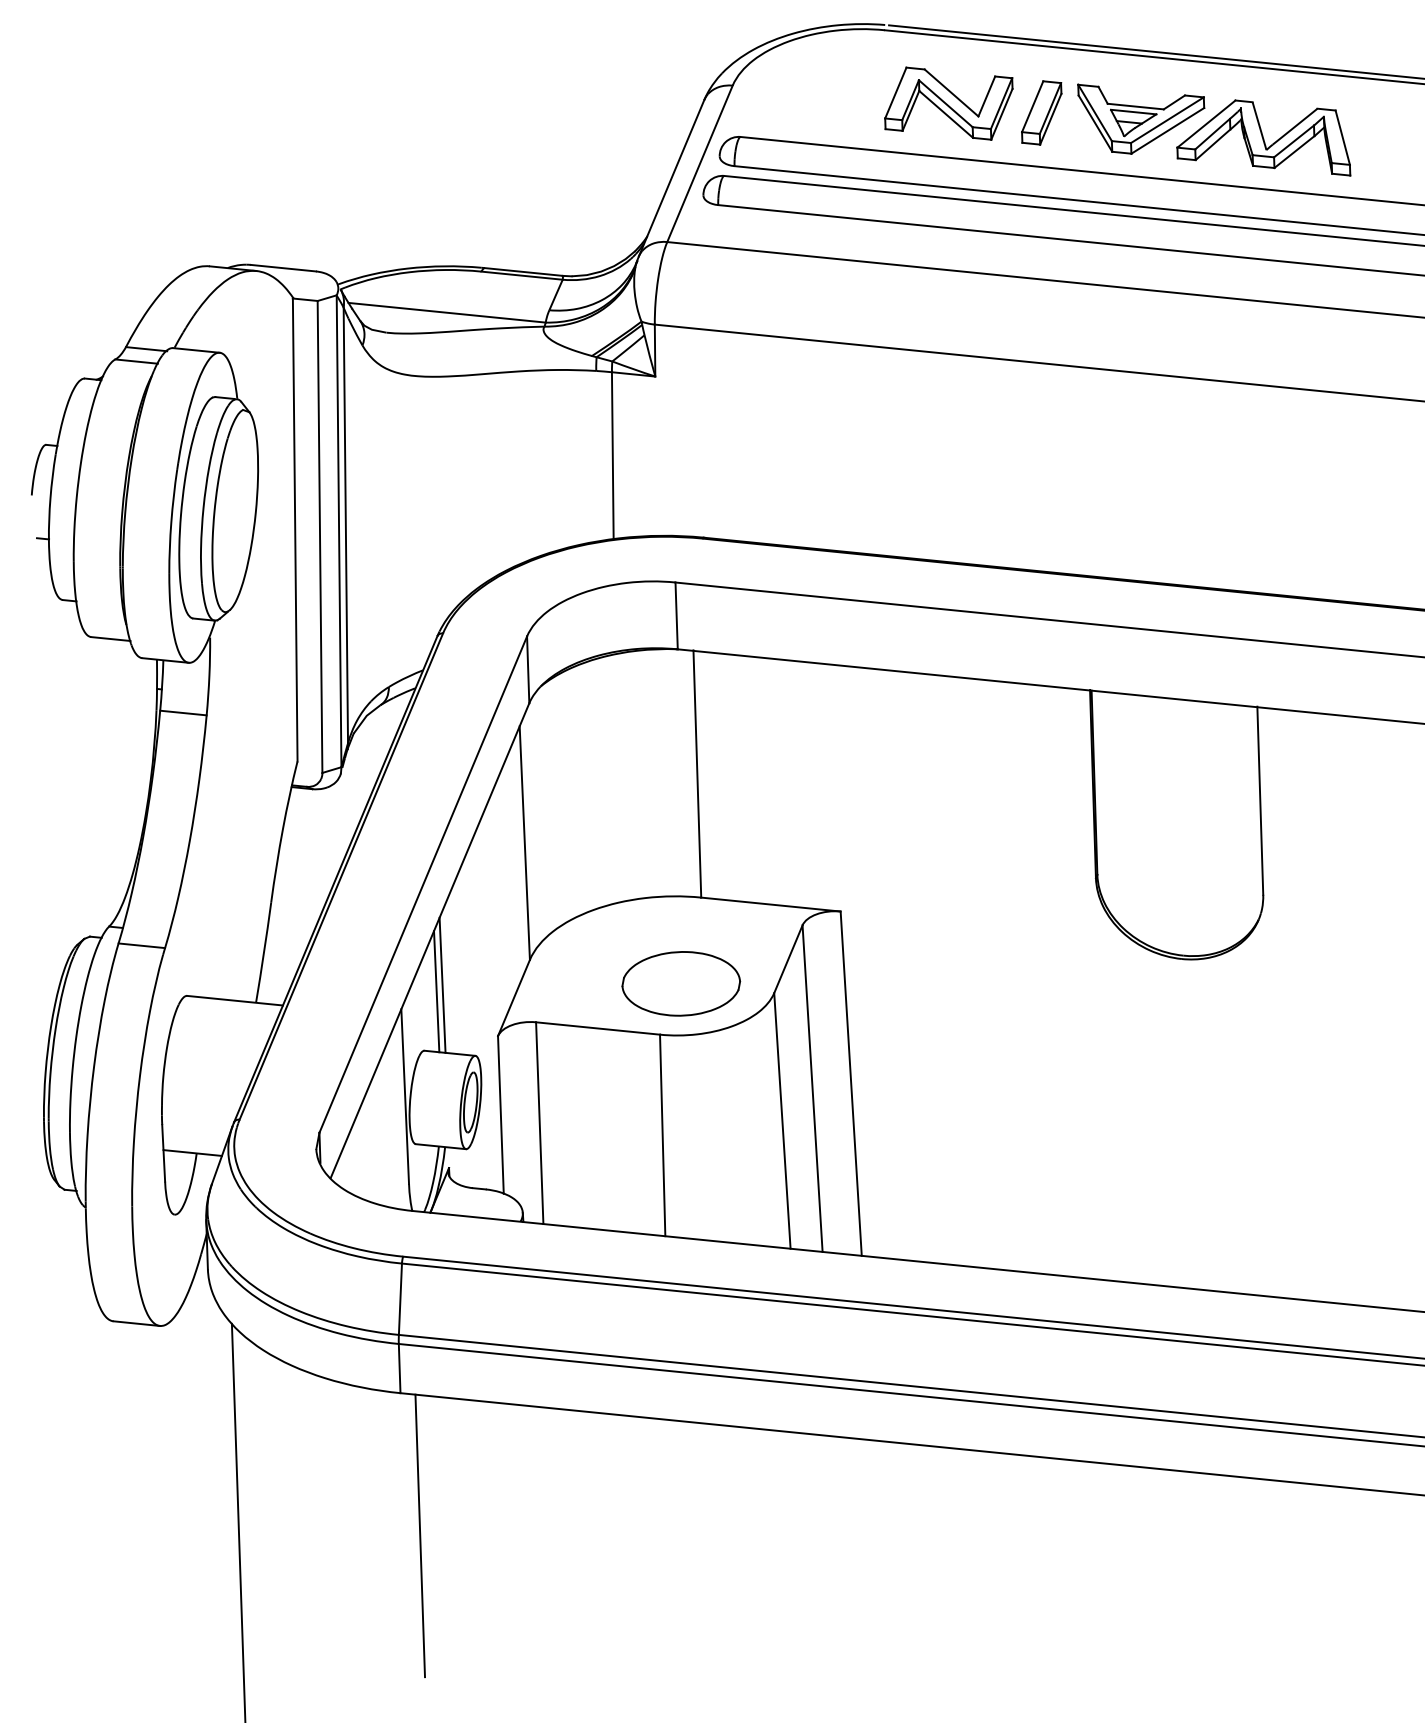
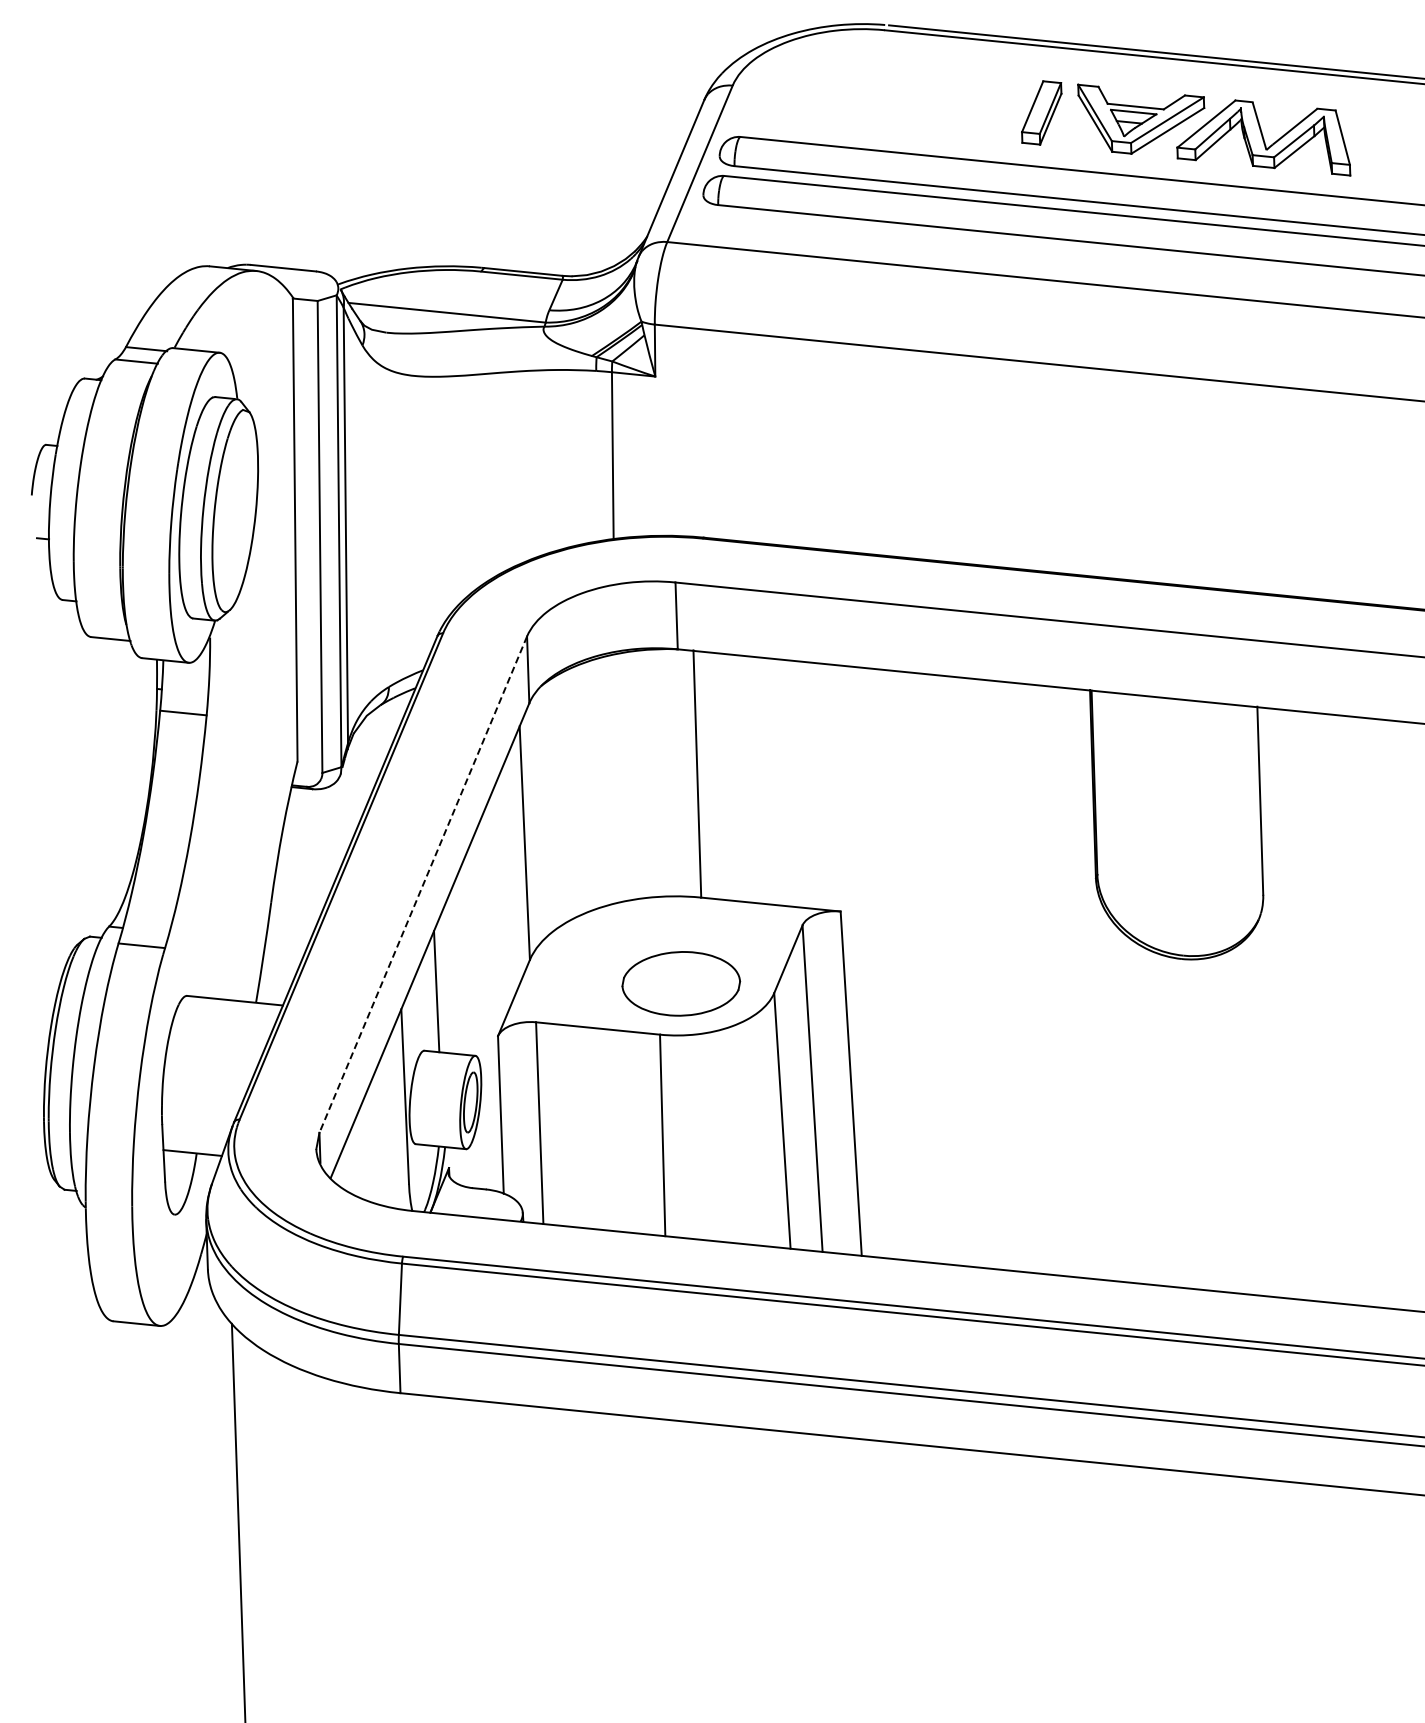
part at (948, 103): present -> none
line at (423, 885): solid -> dashed
line at (442, 984): present -> none
line at (420, 1535): present -> none
